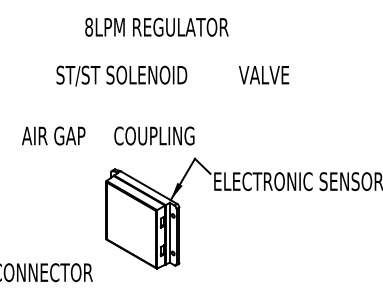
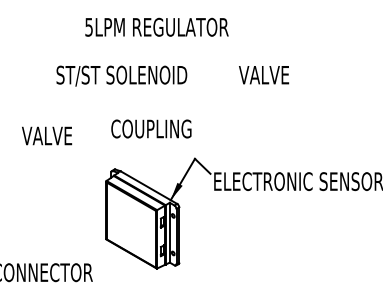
text at (89, 26): 8LPM -> 5LPM
text at (53, 135): AIR GAP -> VALVE
text at (154, 135) position: (154, 135) -> (151, 128)
